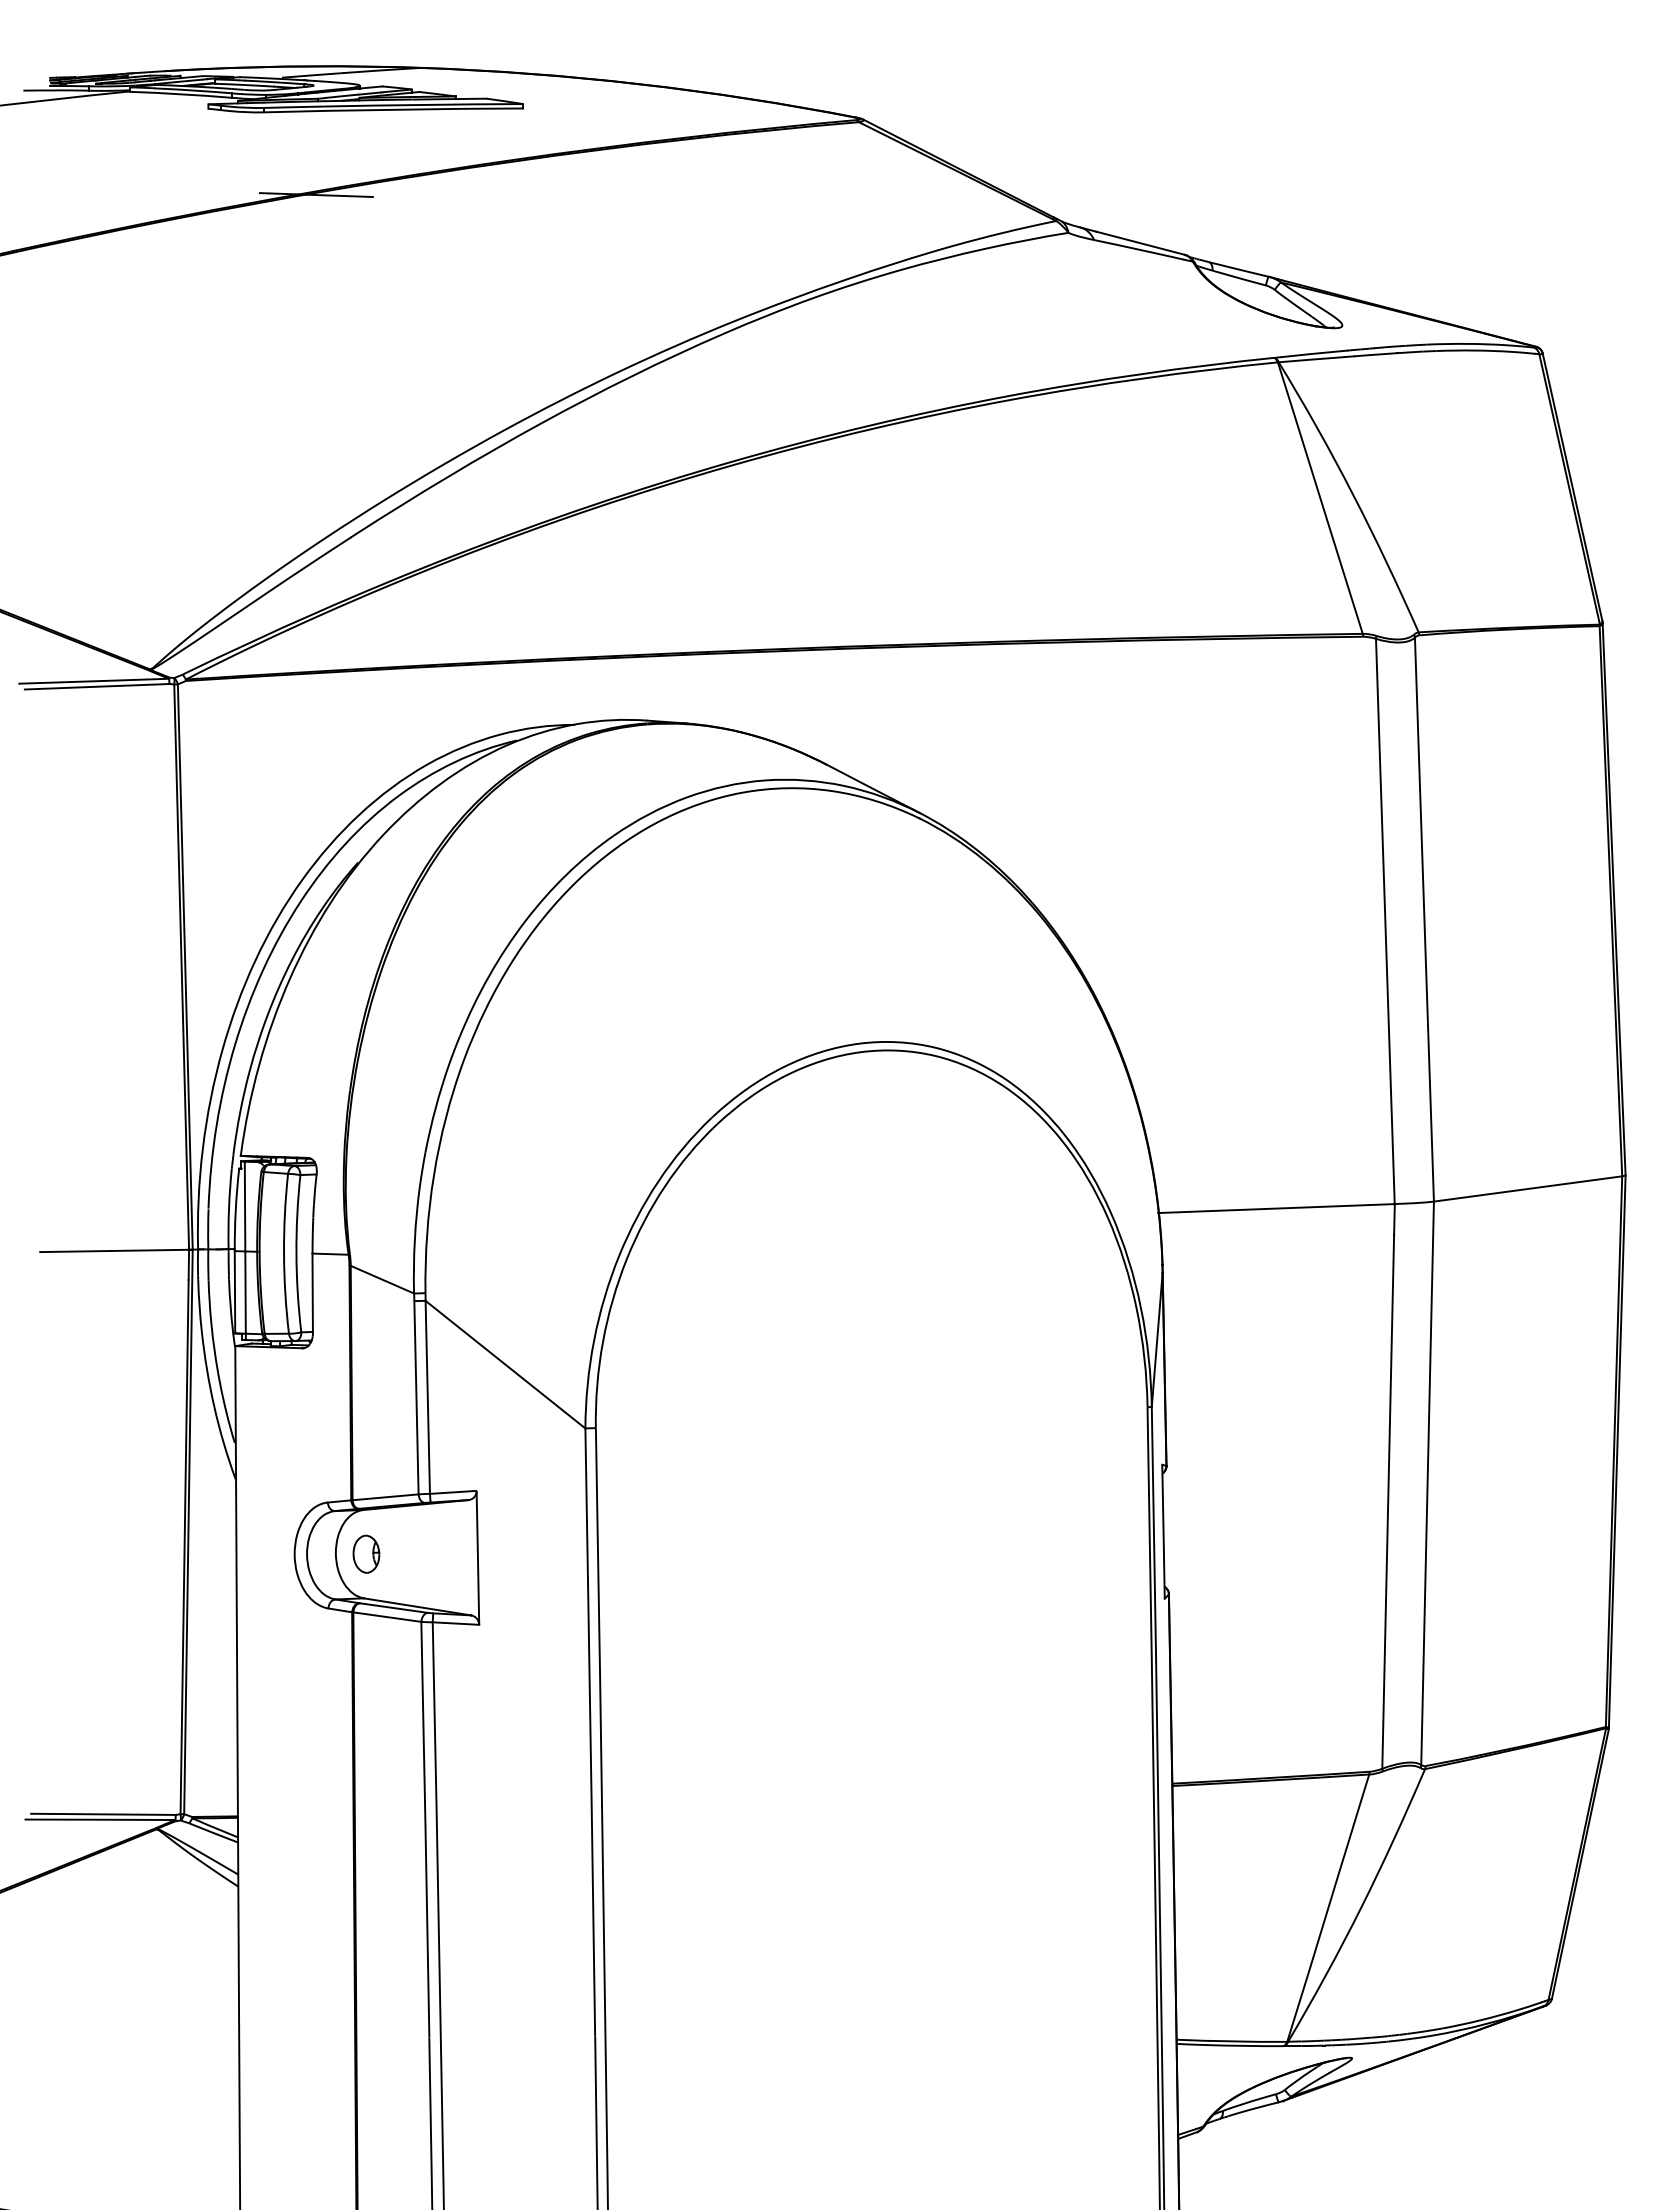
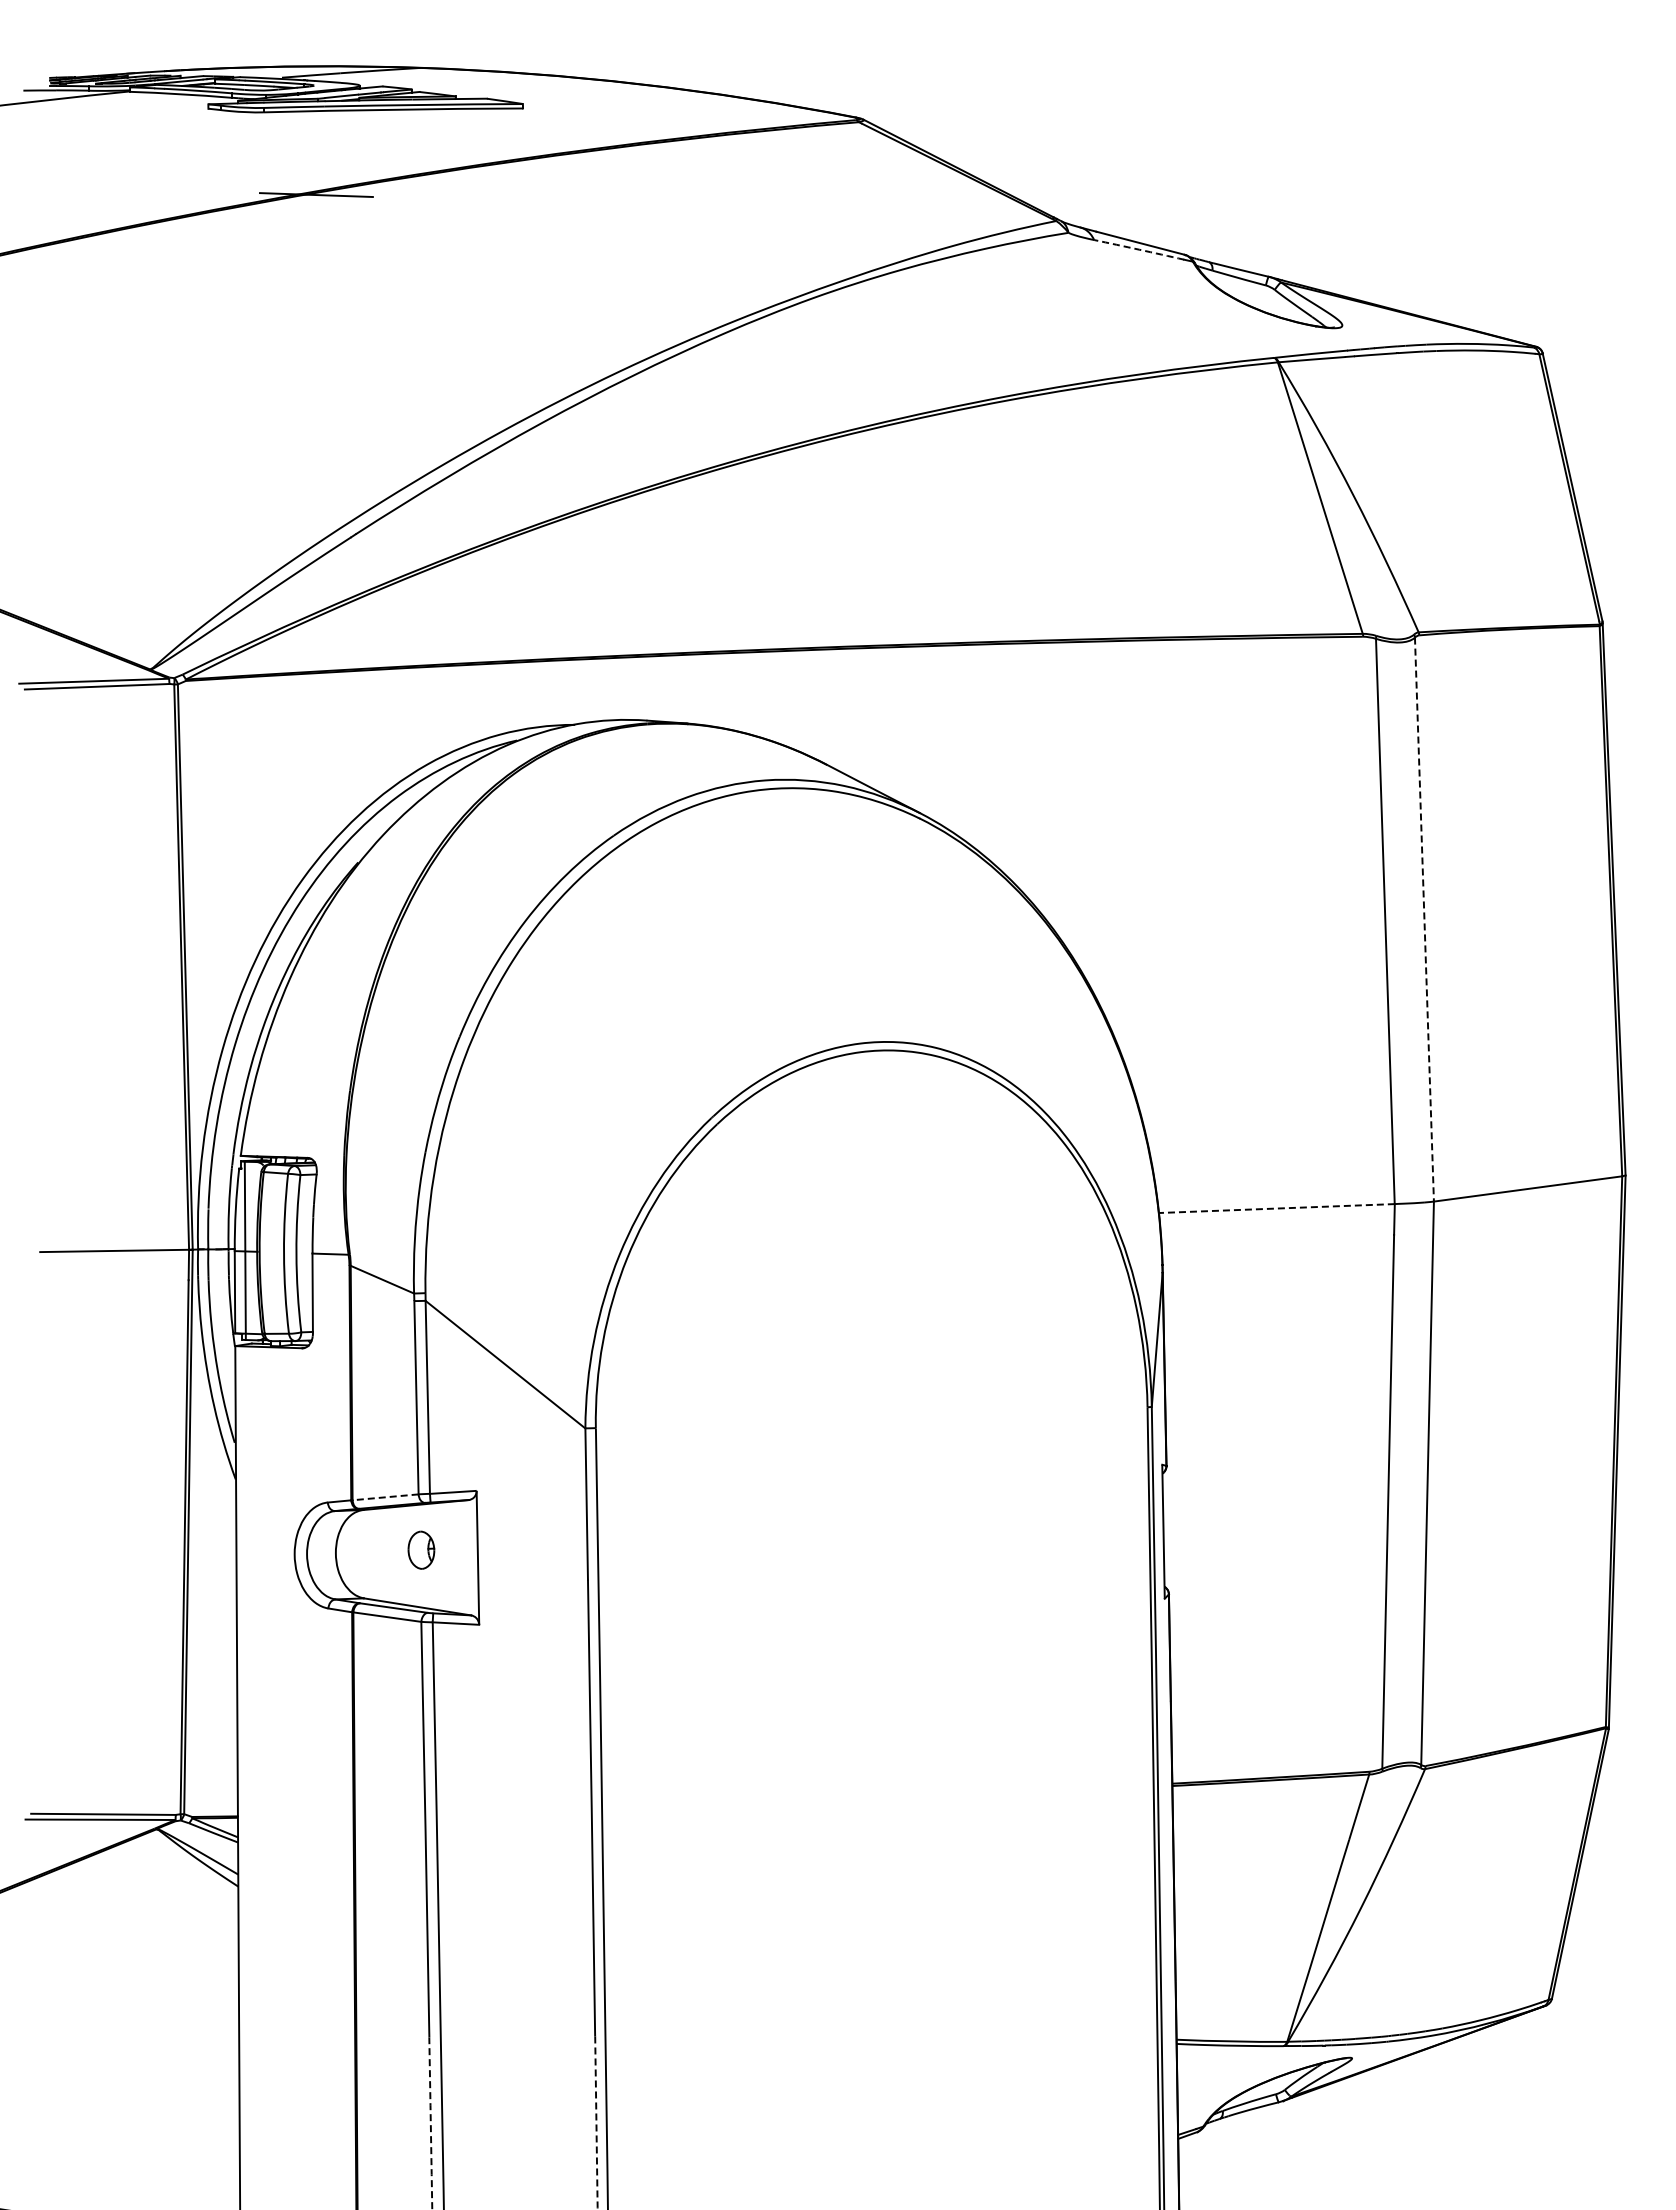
arc at (1139, 249): solid -> dashed
line at (1424, 920): solid -> dashed
line at (1276, 1208): solid -> dashed
line at (385, 1497): solid -> dashed
part at (366, 1553) position: (366, 1553) -> (421, 1549)
arc at (596, 2122): solid -> dashed
arc at (430, 2123): solid -> dashed
